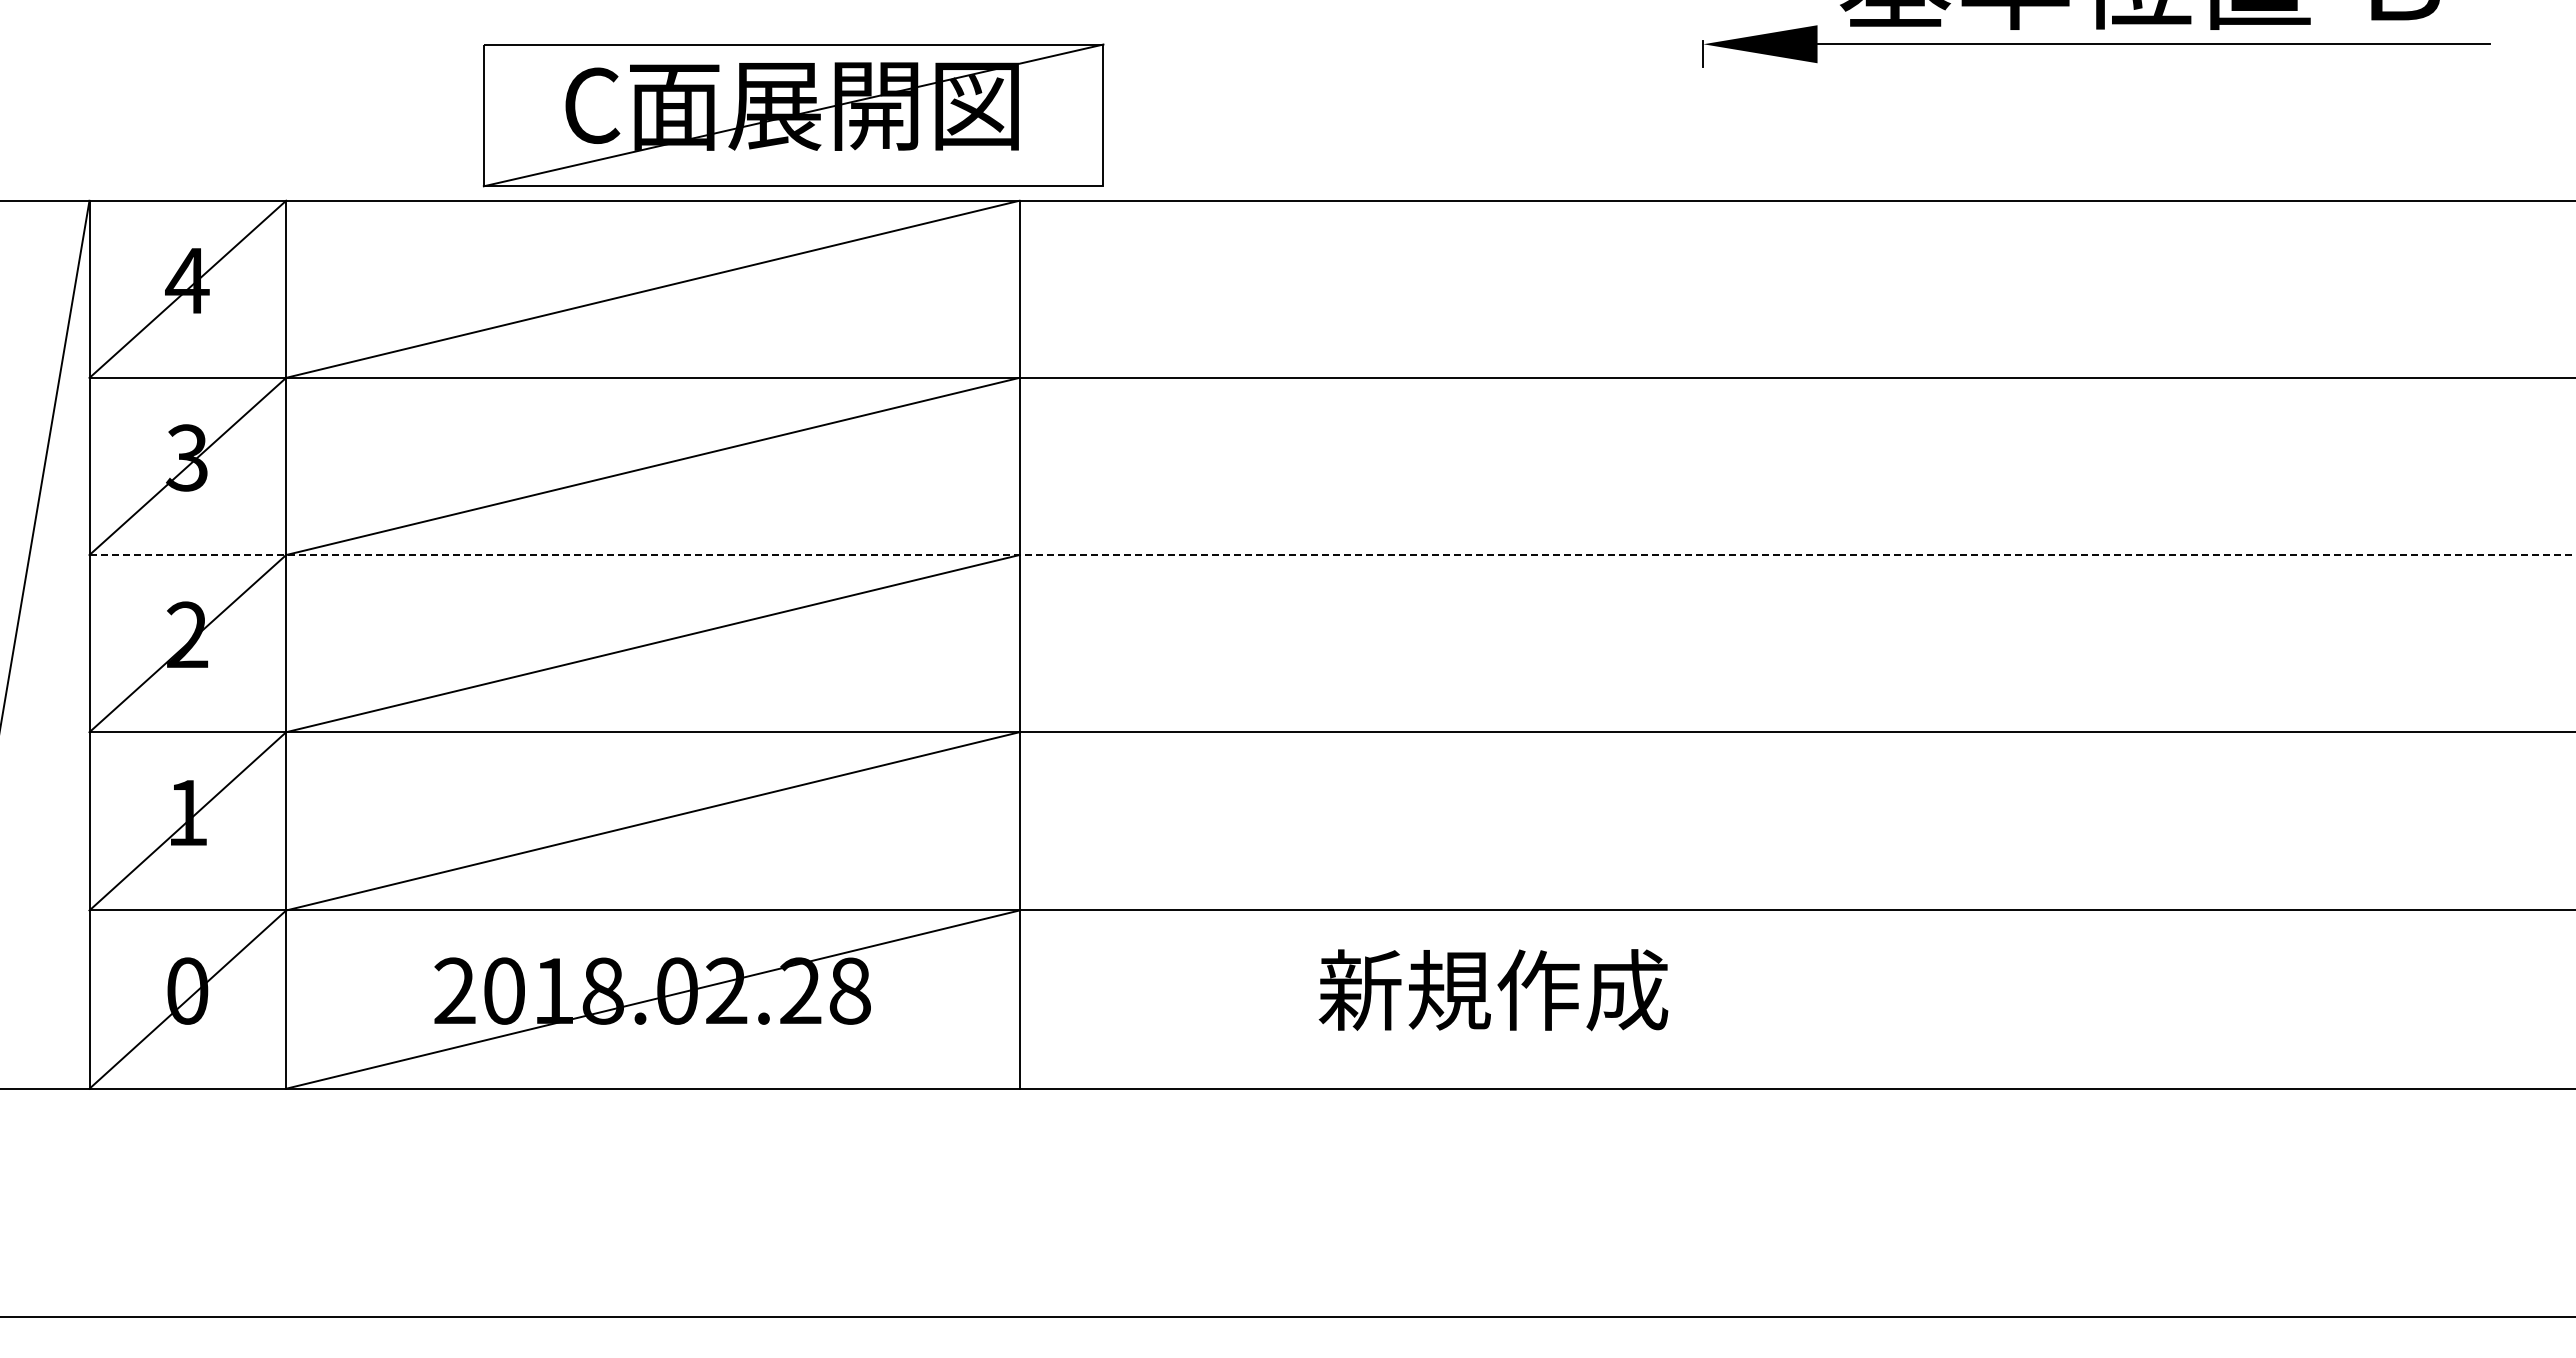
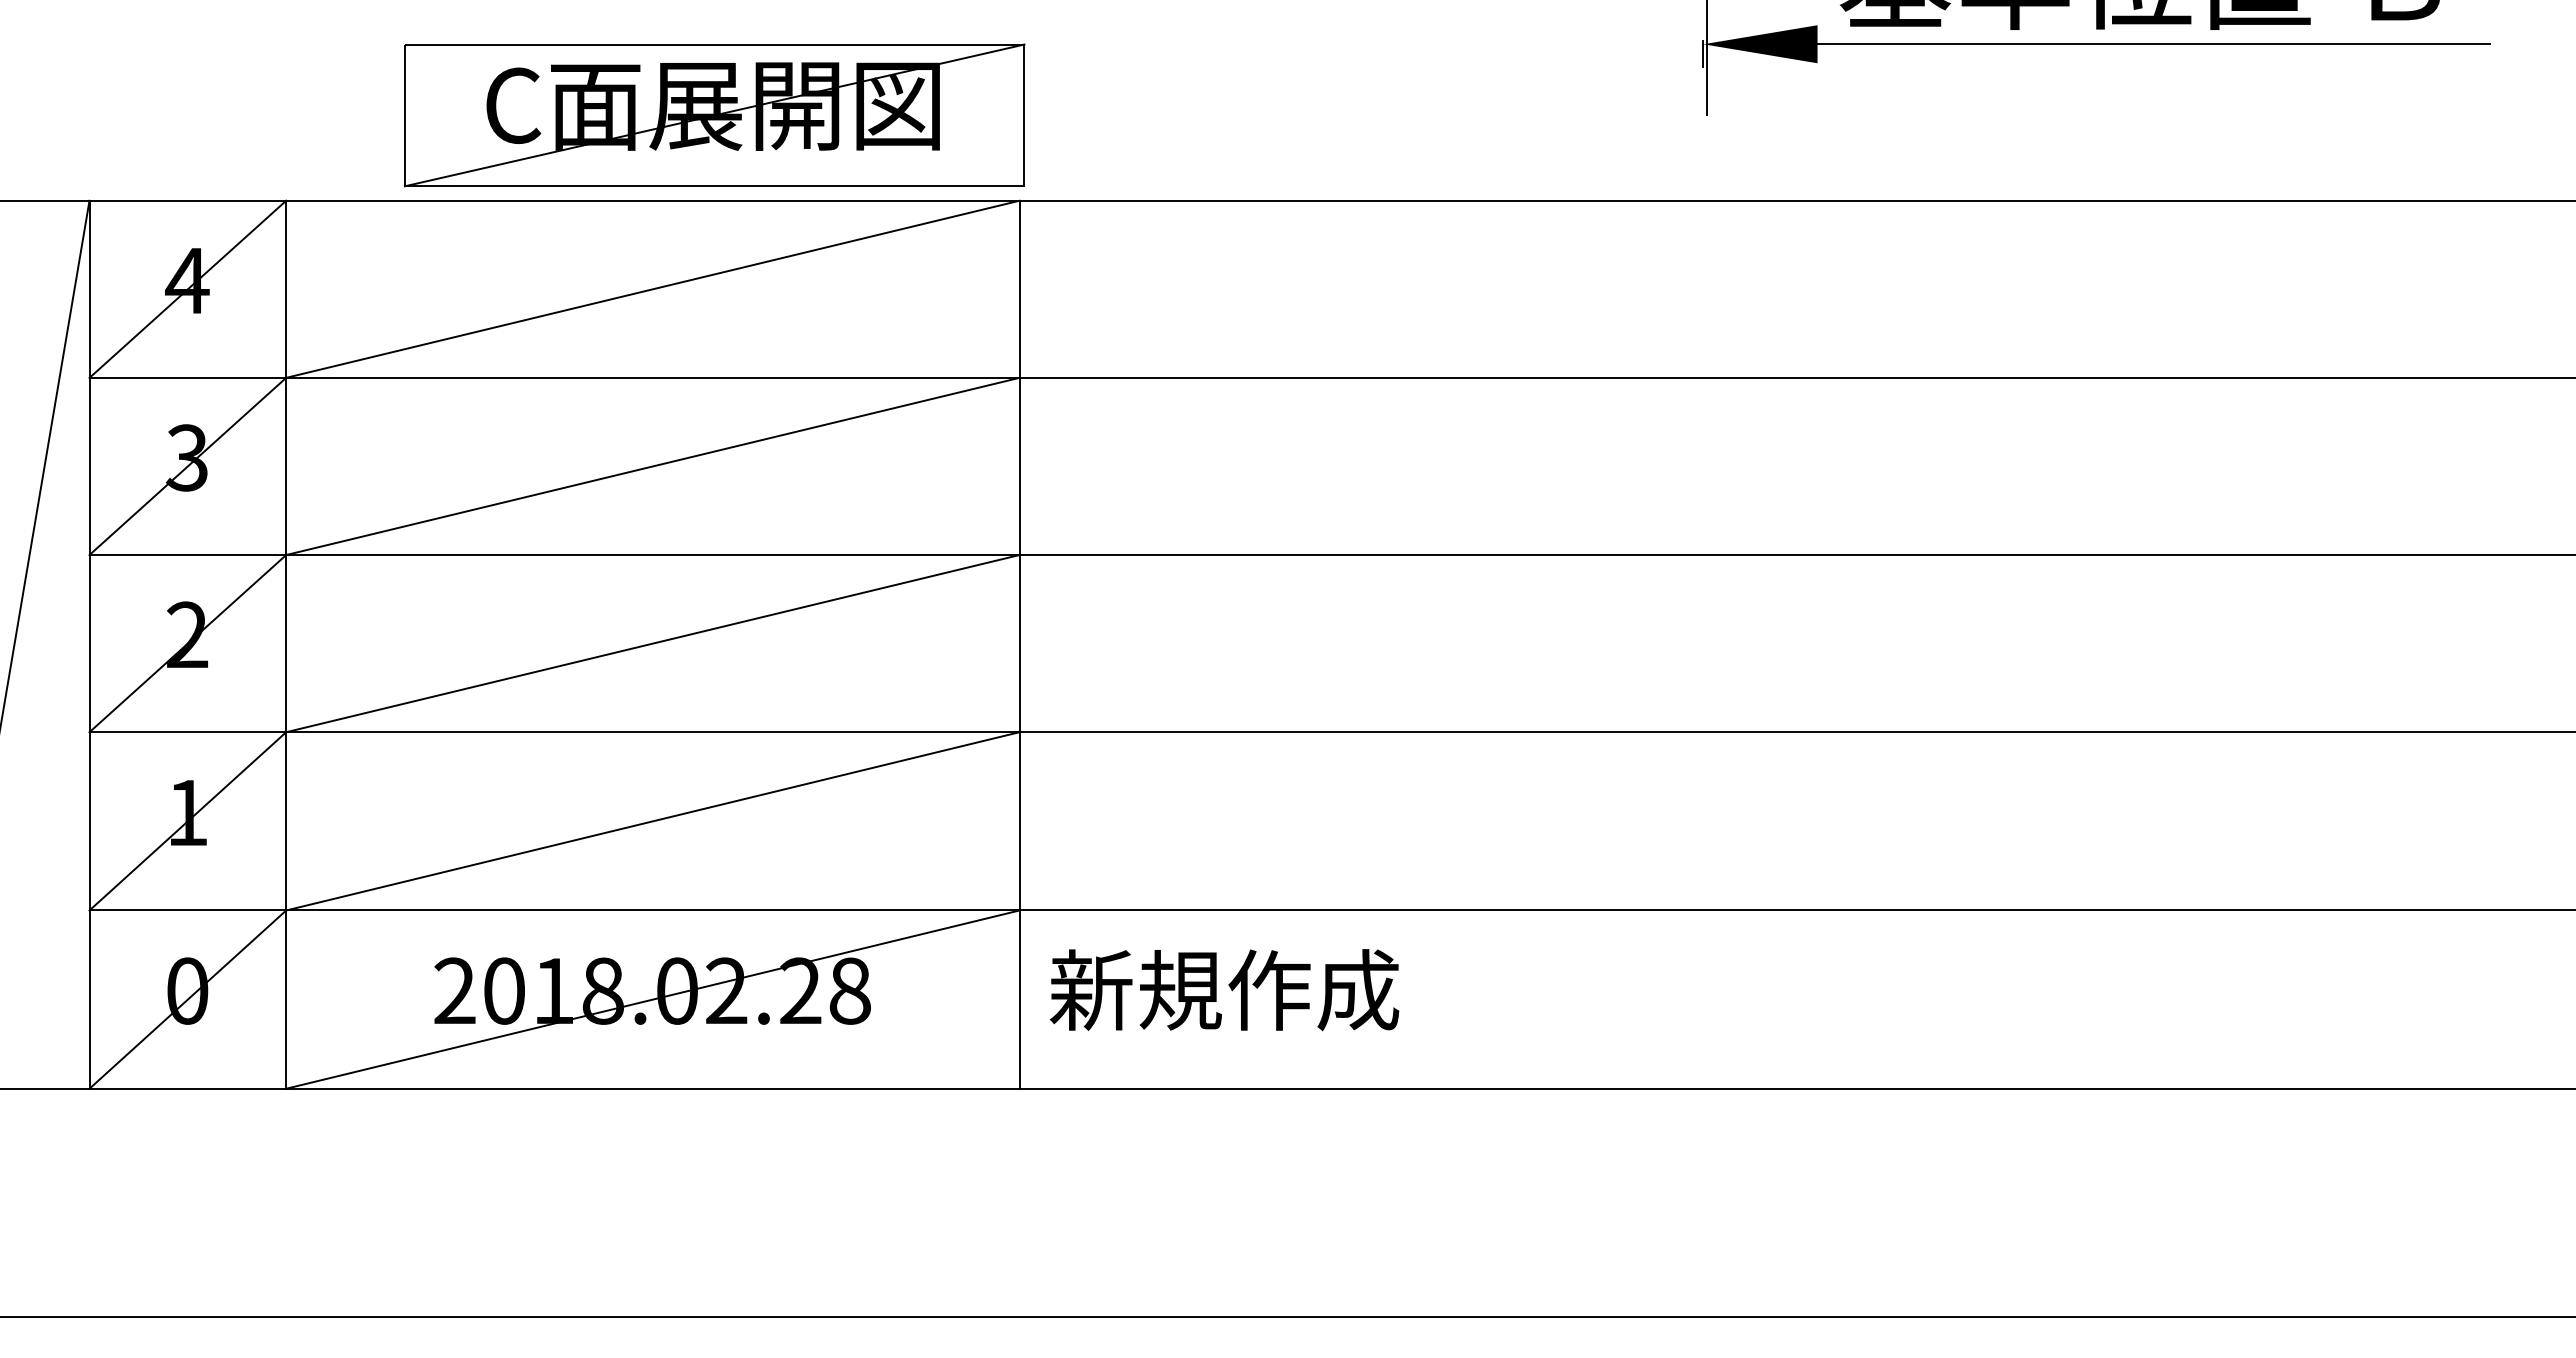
line at (1706, 59): none -> present
part at (793, 115) position: (793, 115) -> (714, 115)
line at (1332, 555): dashed -> solid
text at (1493, 990) position: (1493, 990) -> (1224, 990)
